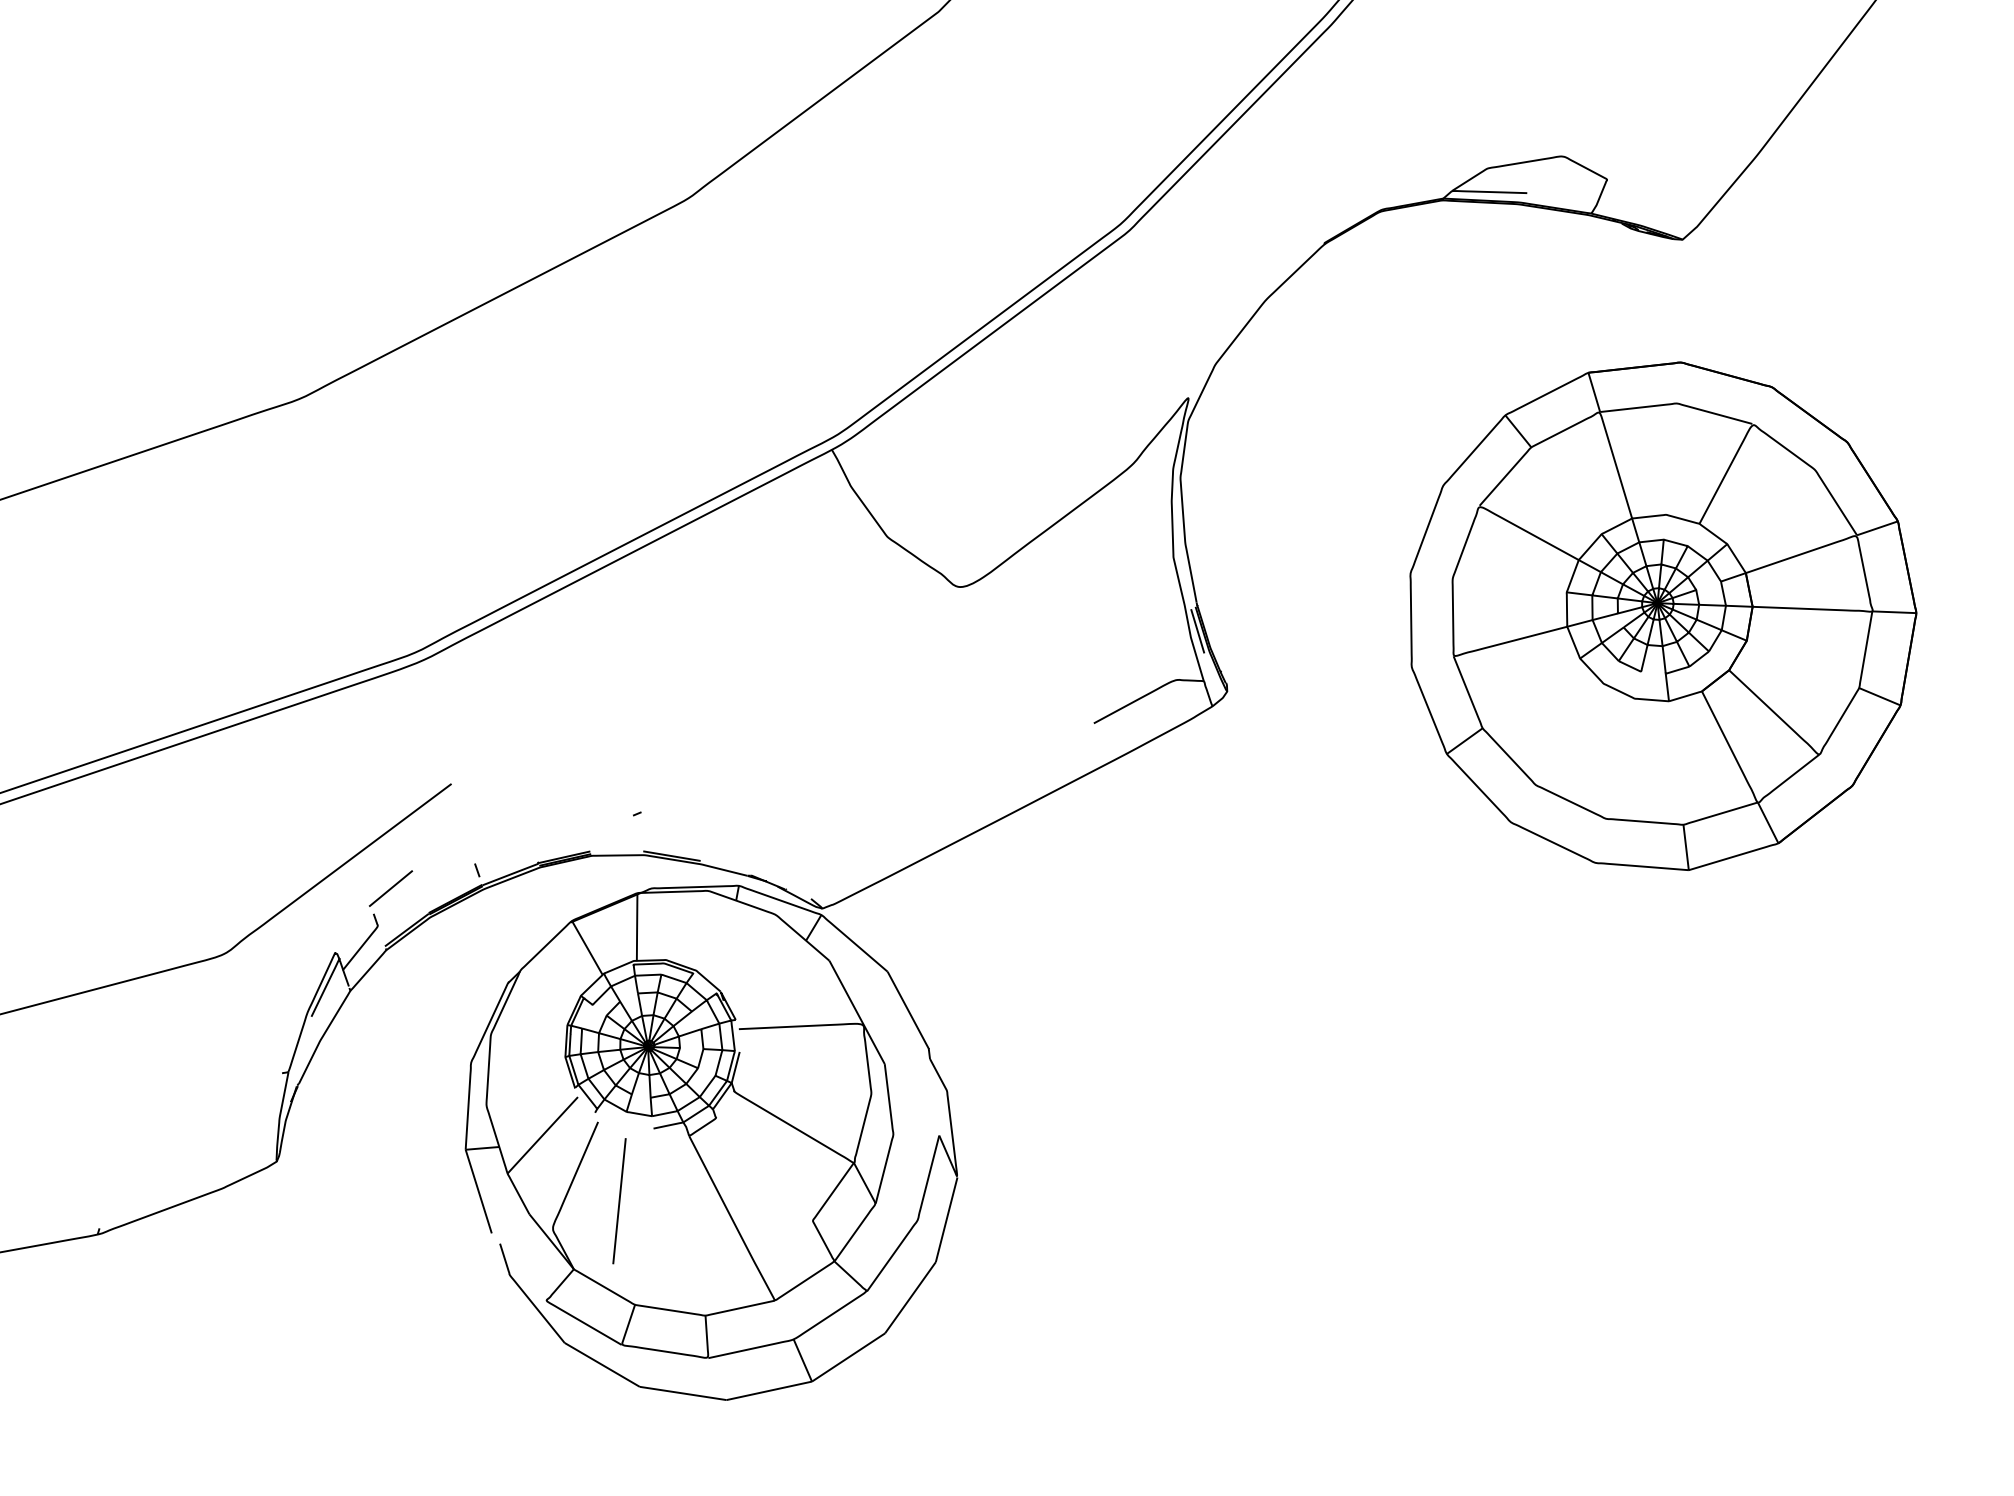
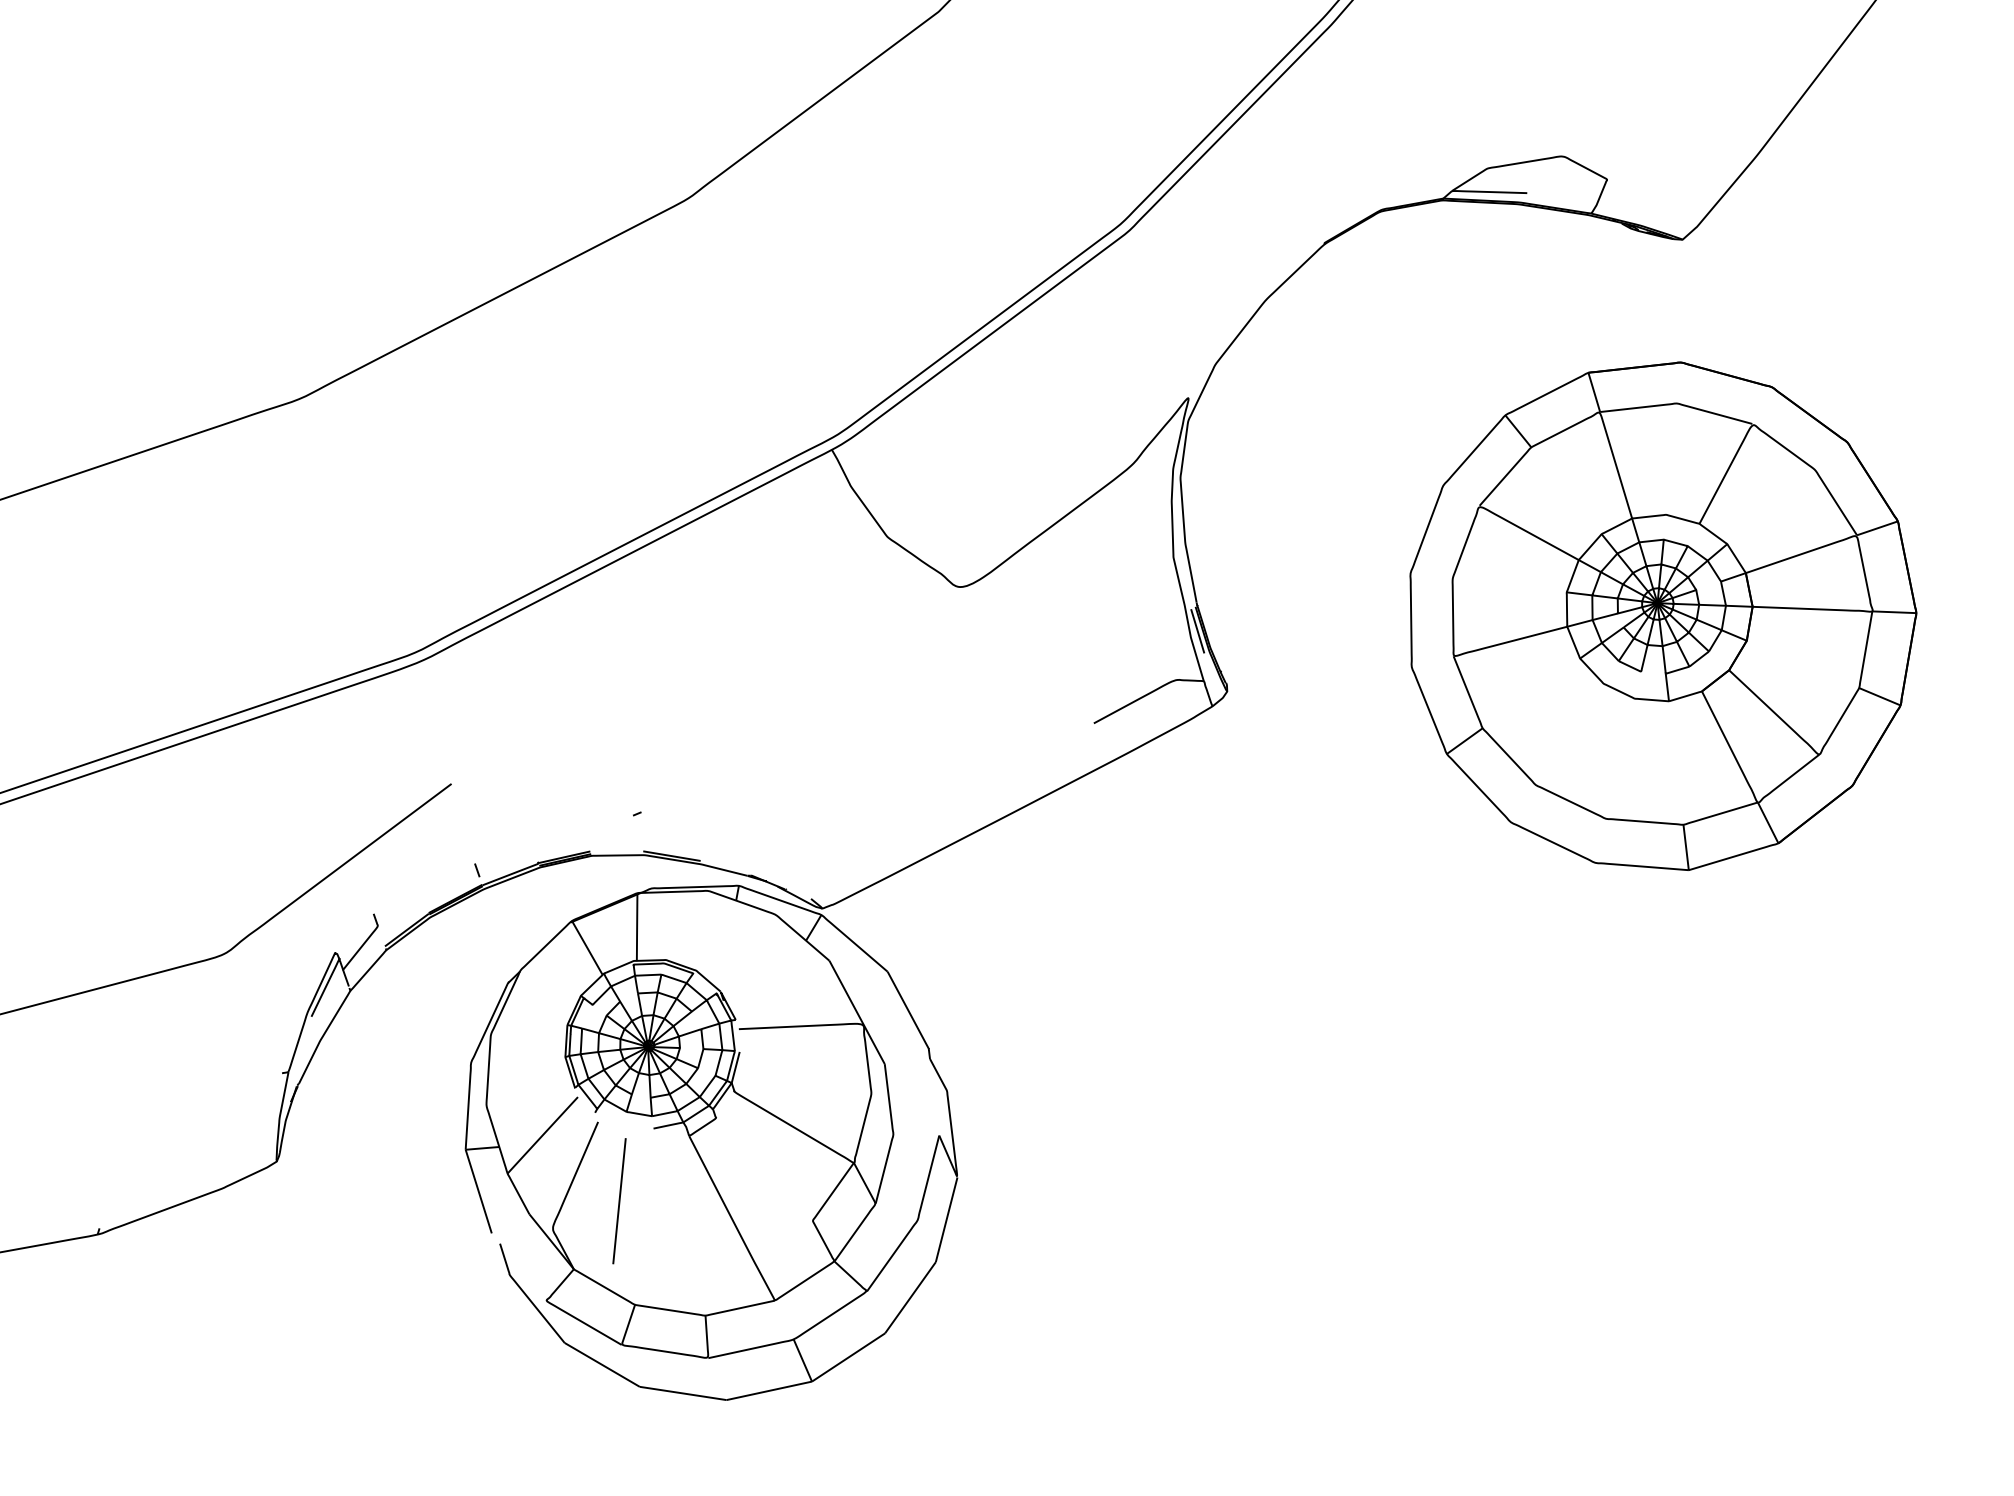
line at (390, 888): present -> none
